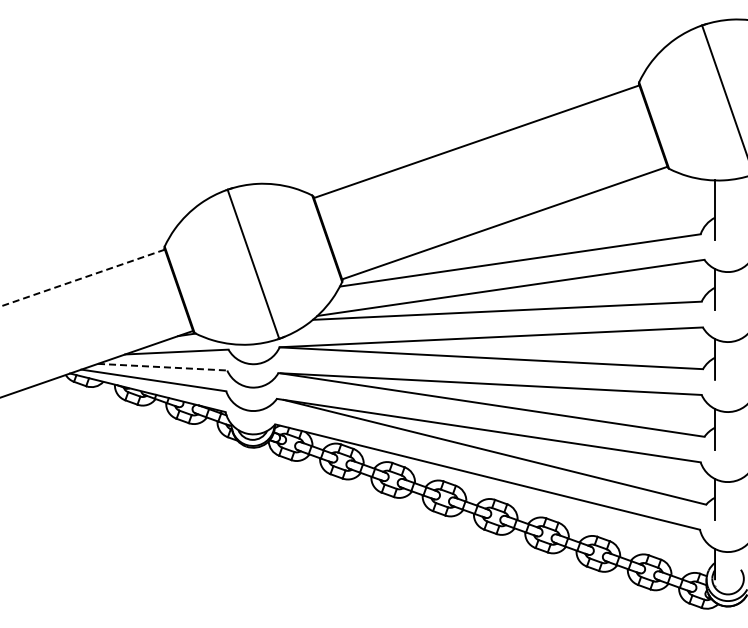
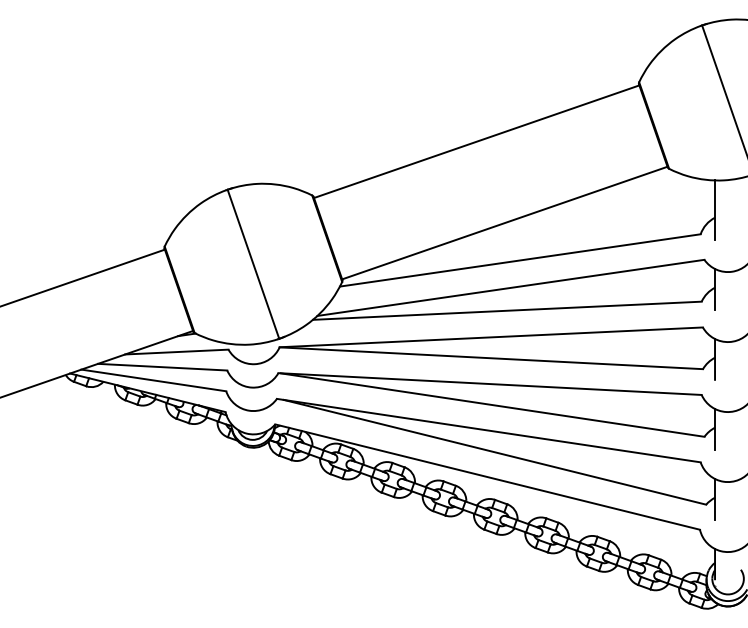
line at (82, 278): dashed -> solid
line at (162, 367): dashed -> solid
